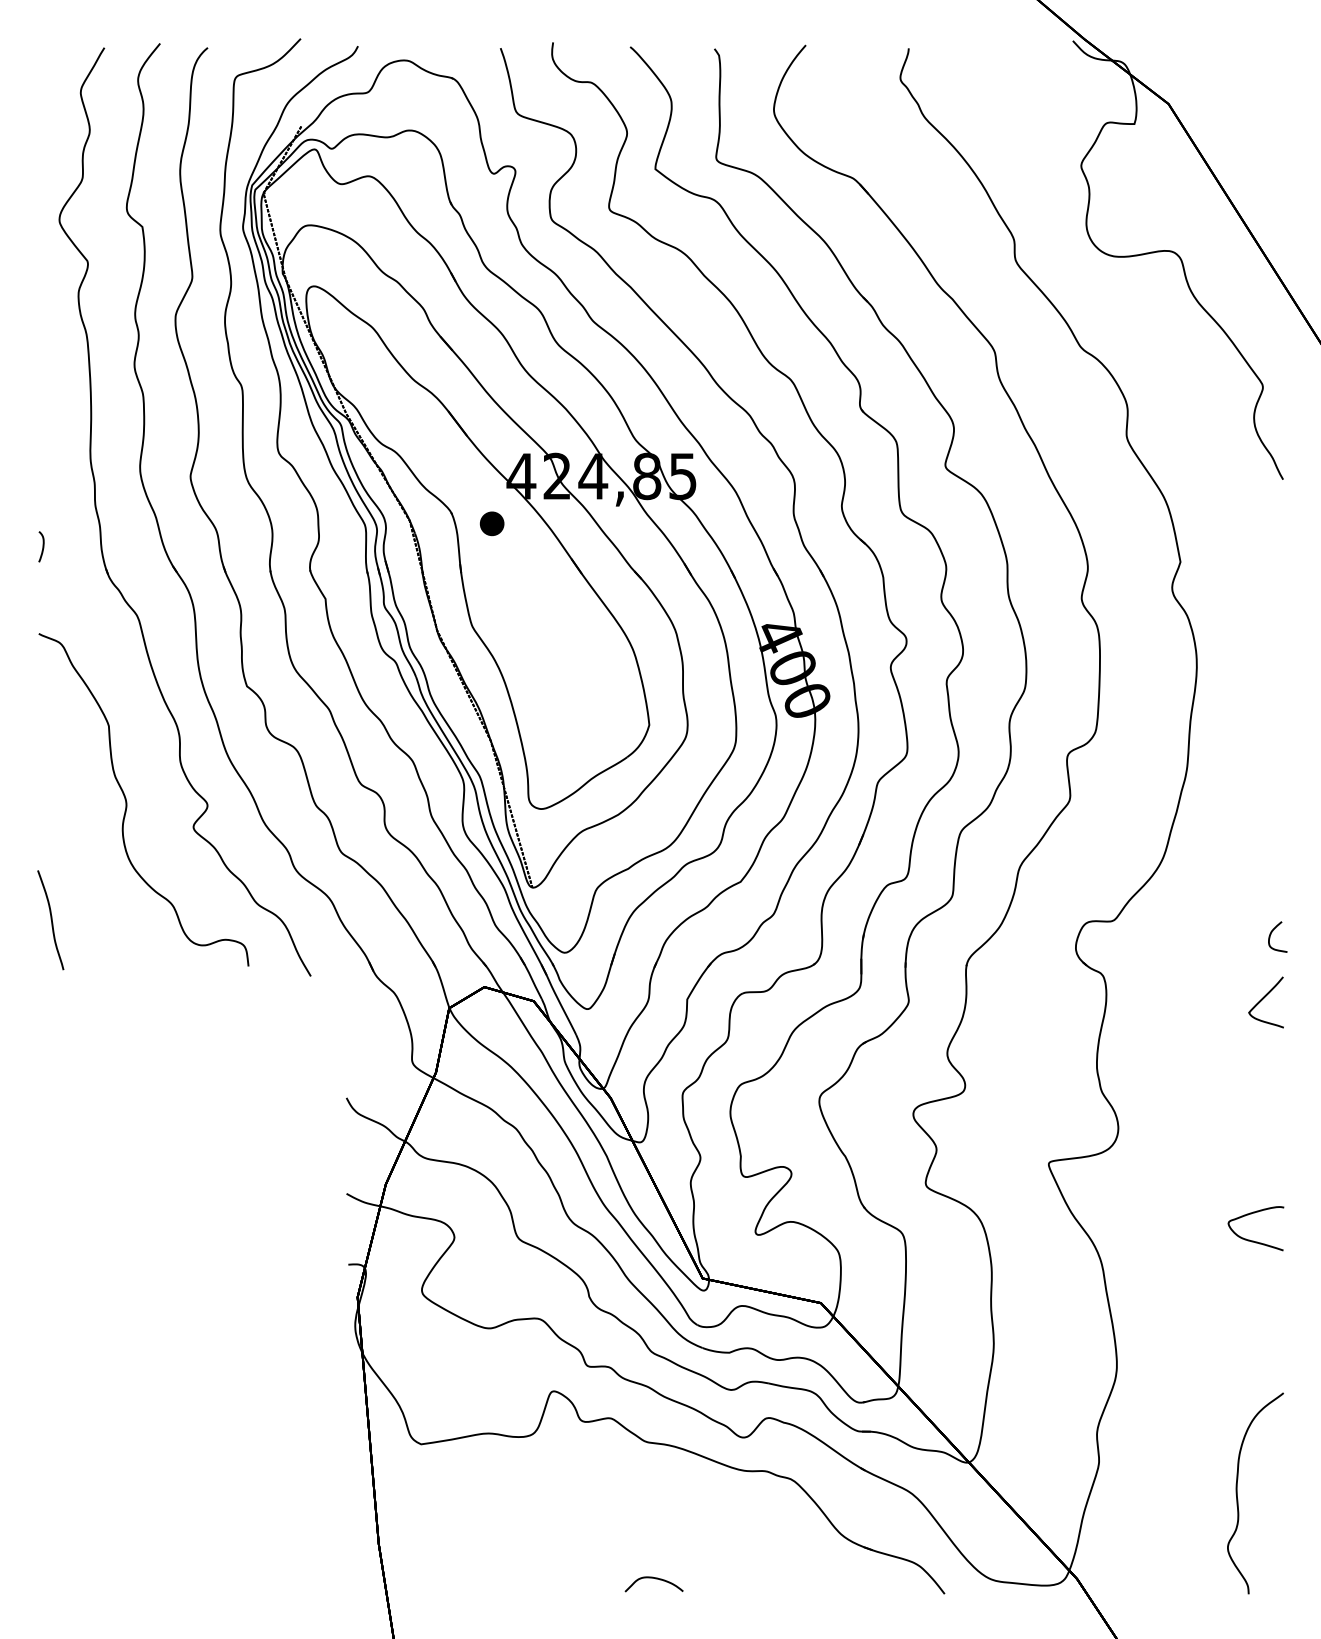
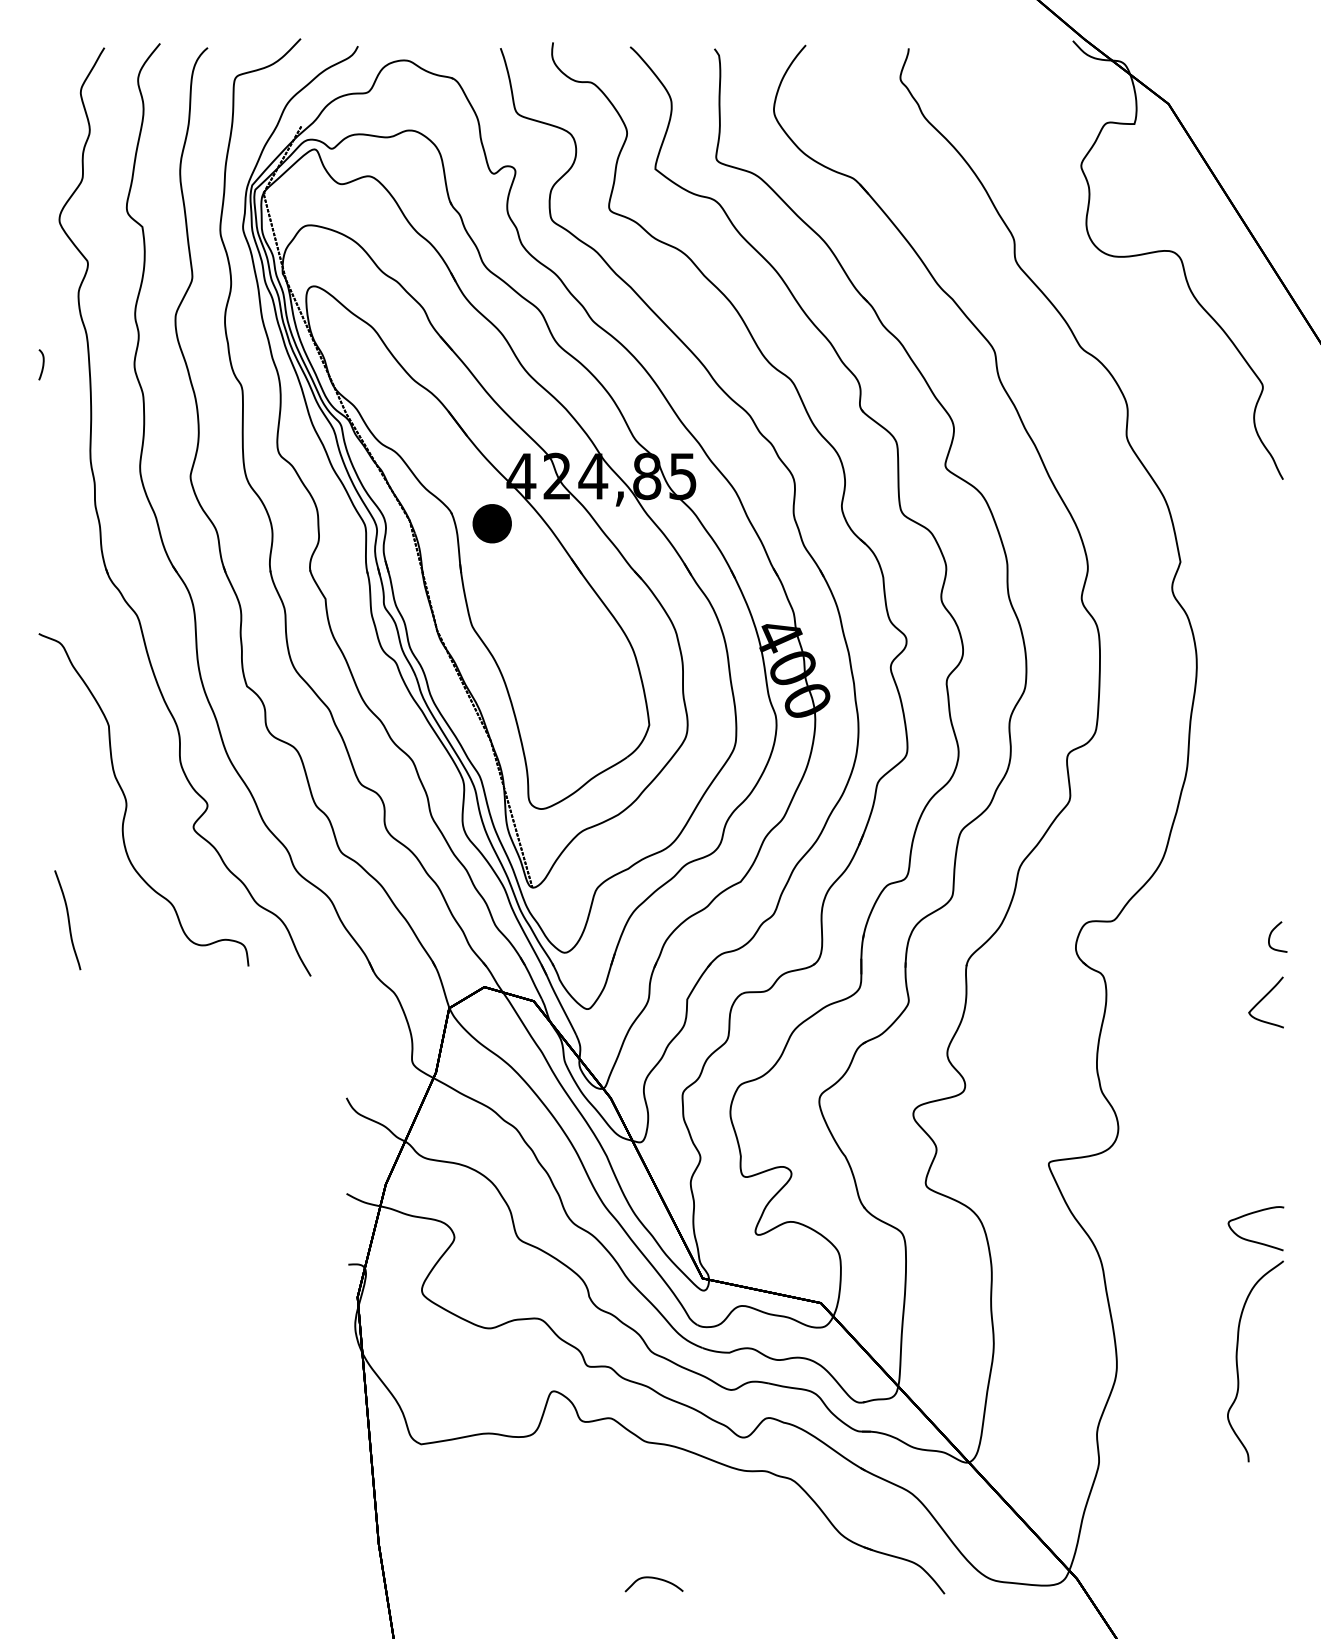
part at (491, 523) size: 26x26 px -> 40x40 px
curve at (42, 546) position: (42, 546) -> (42, 364)
curve at (50, 919) position: (50, 919) -> (67, 919)
curve at (1237, 1493) position: (1237, 1493) -> (1237, 1361)
